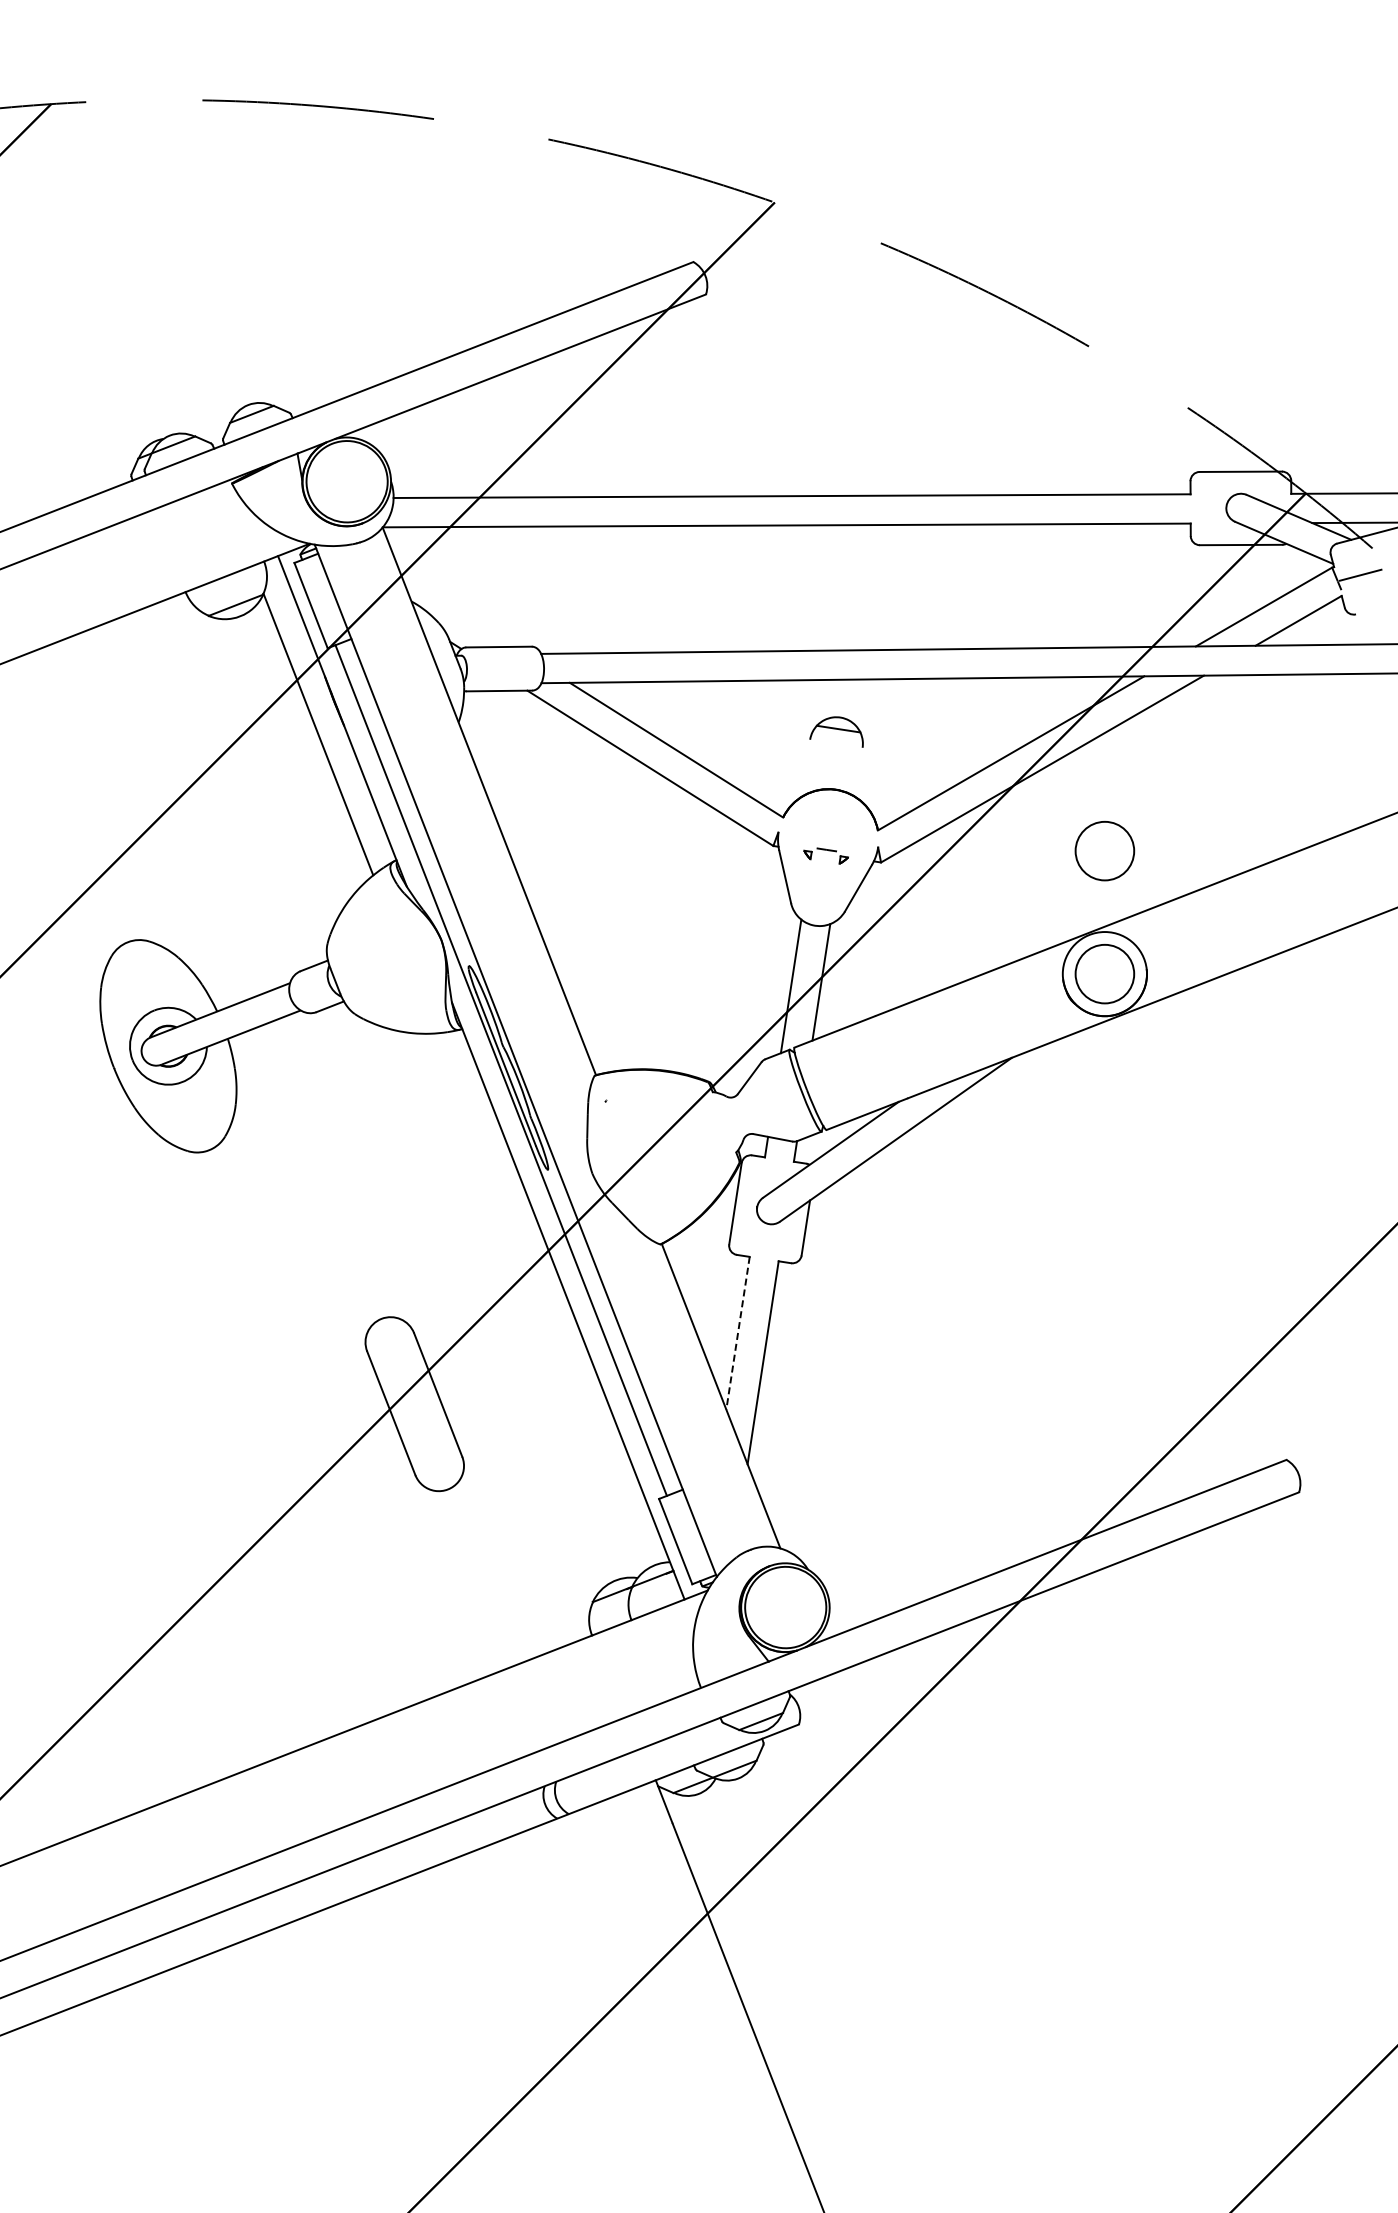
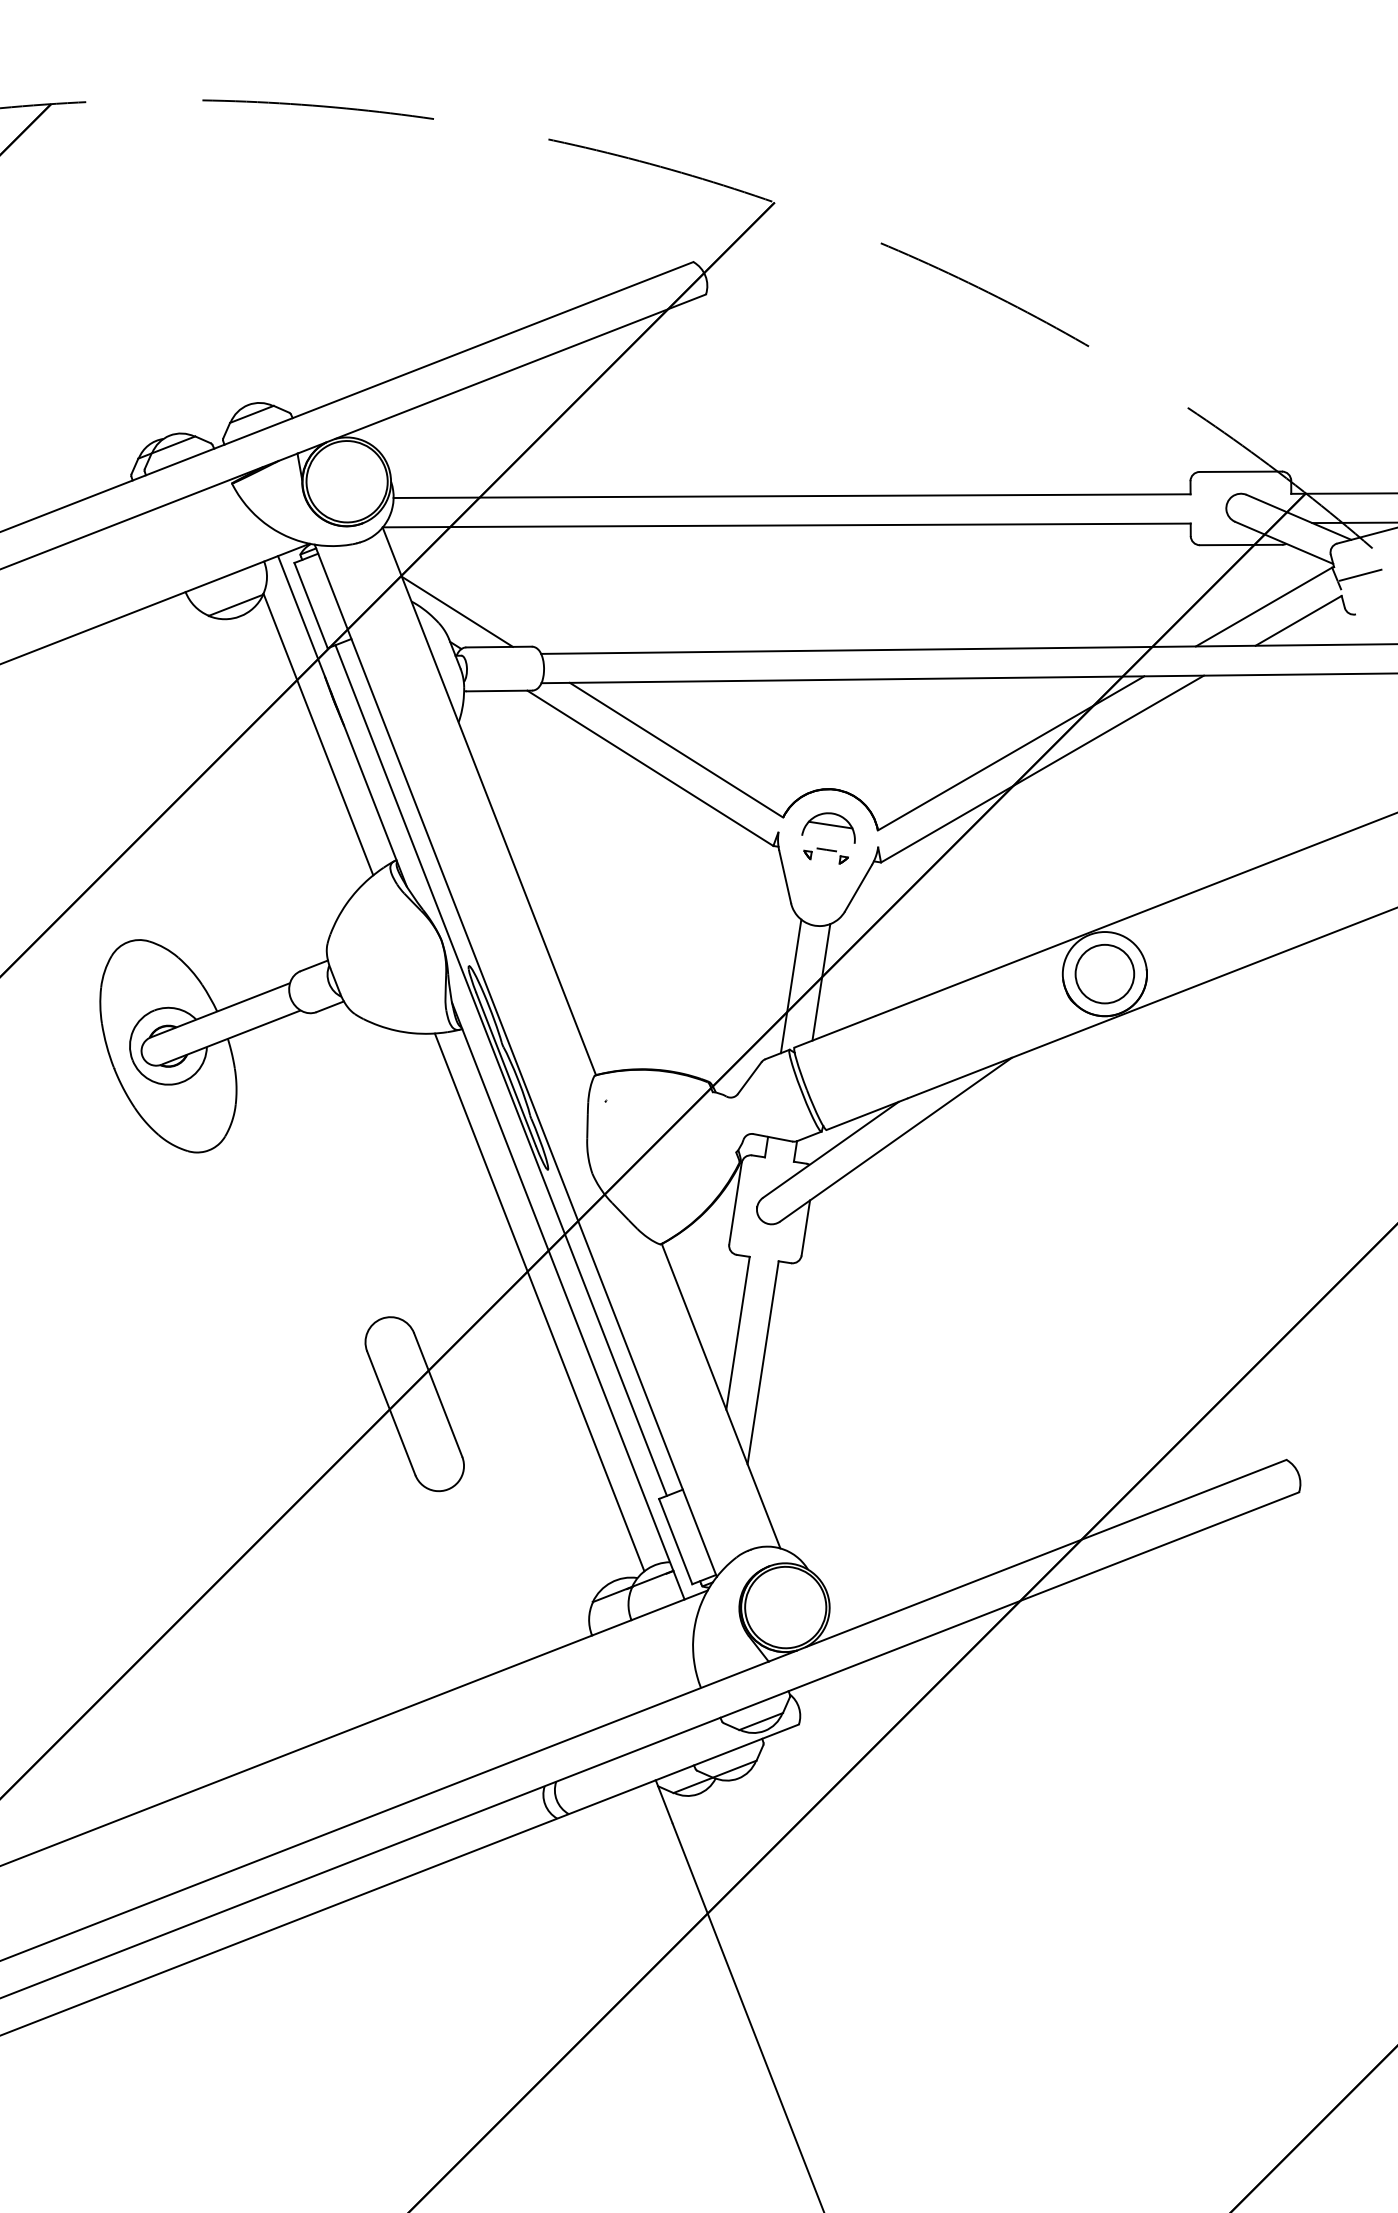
line at (456, 611): none -> present
part at (836, 731) position: (836, 731) -> (828, 827)
circle at (1104, 851): present -> none
line at (539, 1302): none -> present
line at (737, 1333): dashed -> solid
